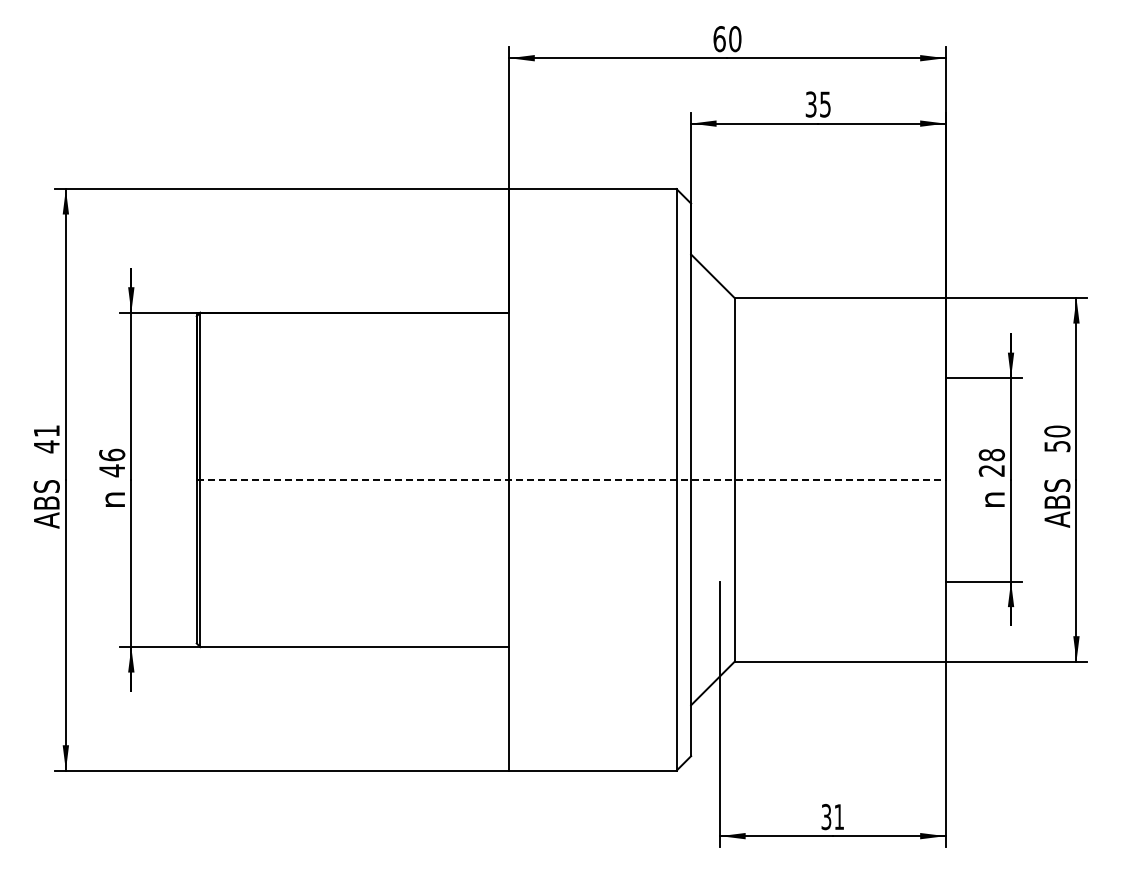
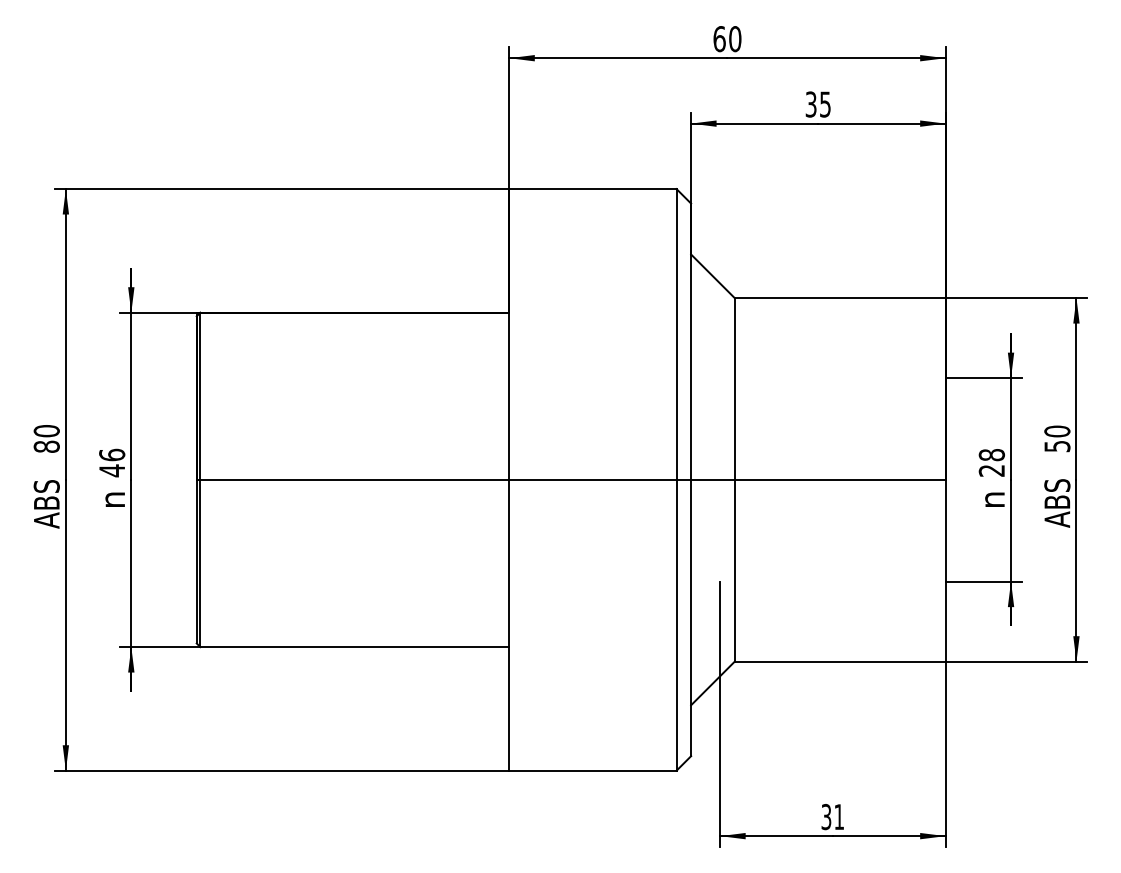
text at (46, 439): 41 -> 80
line at (571, 479): dashed -> solid
